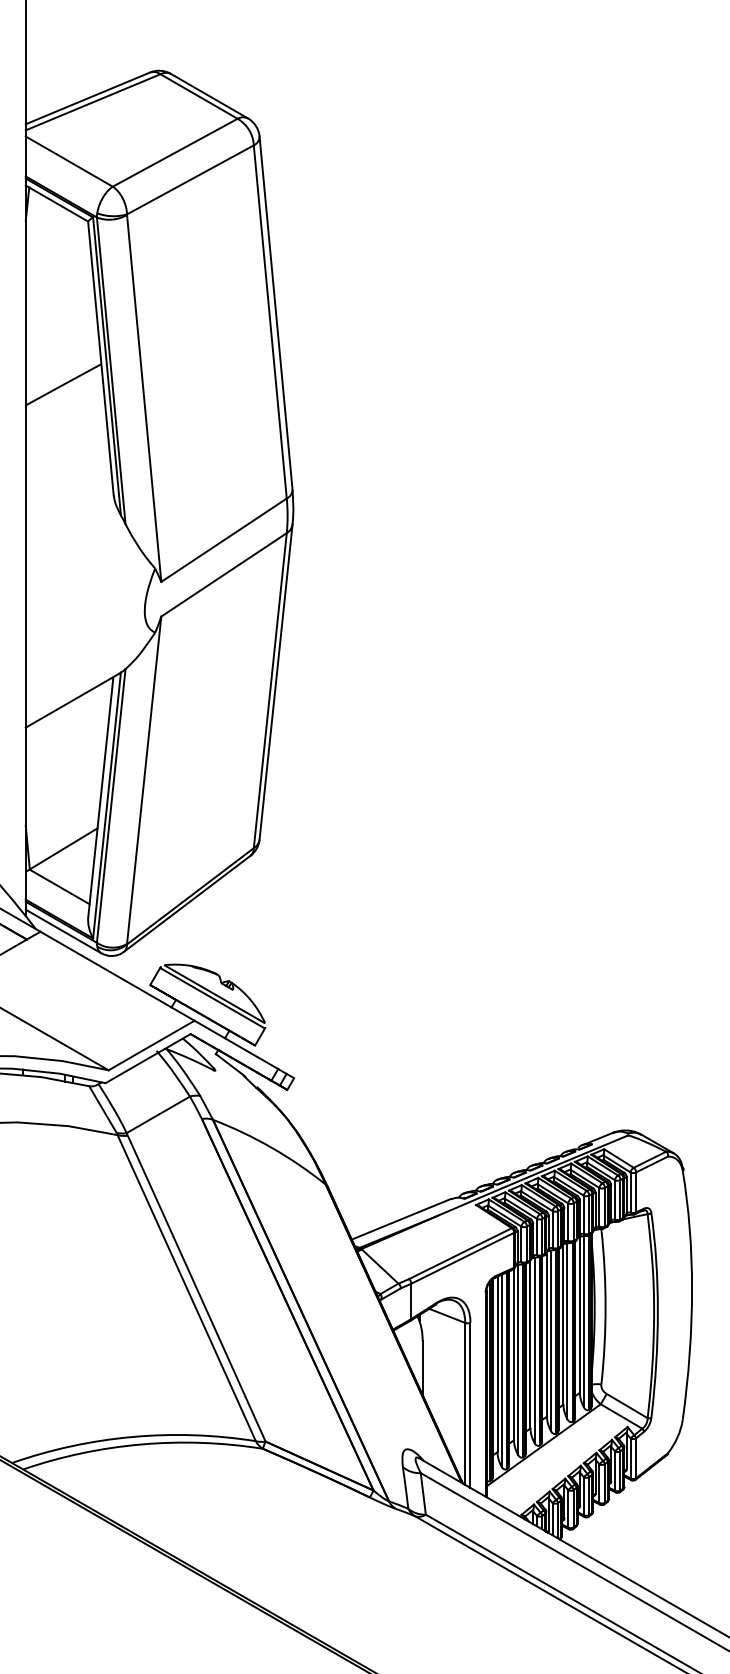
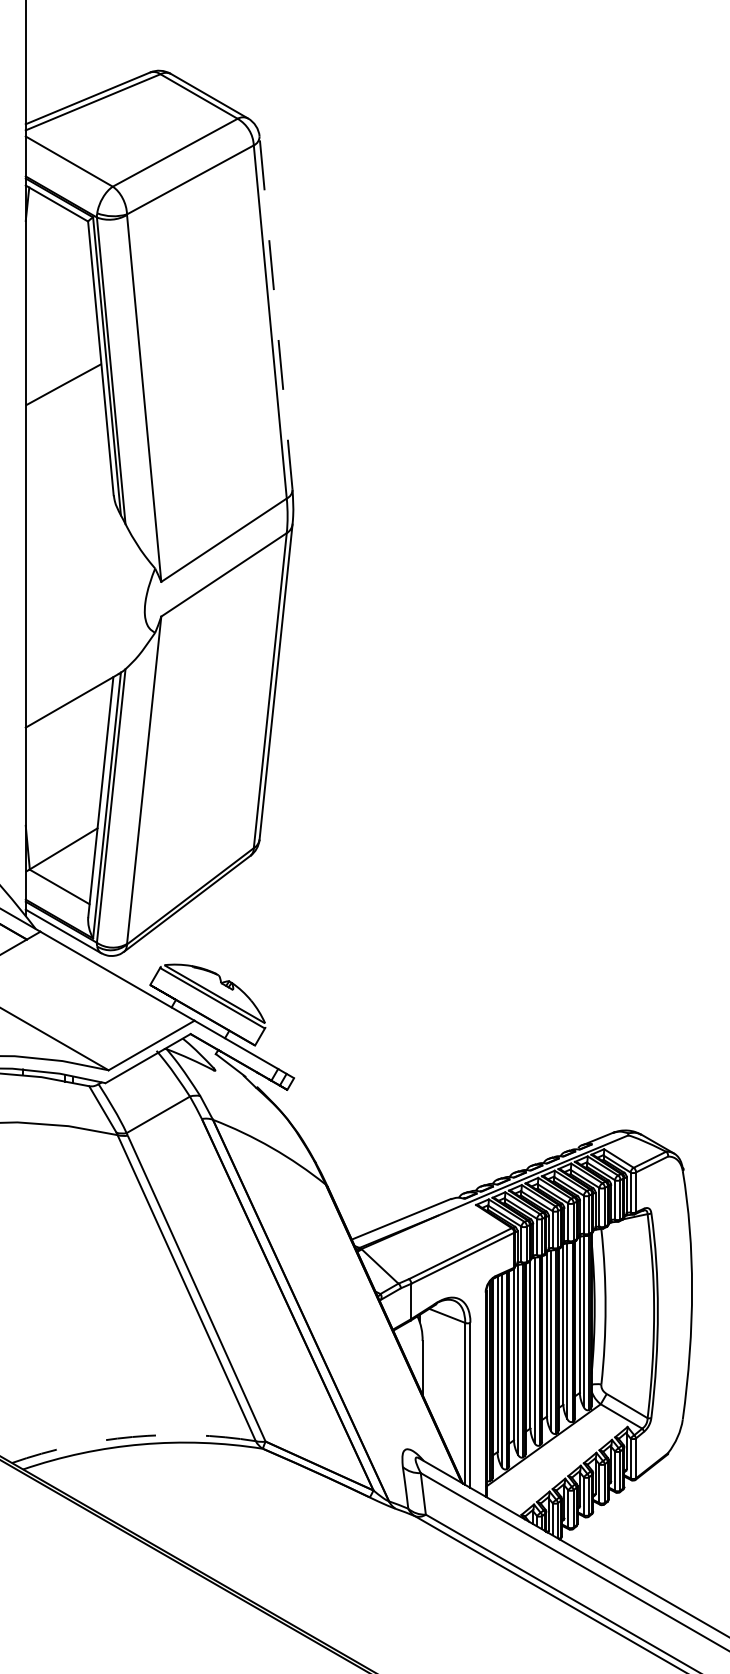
line at (276, 312): solid -> dashed
arc at (132, 1436): solid -> dashed
